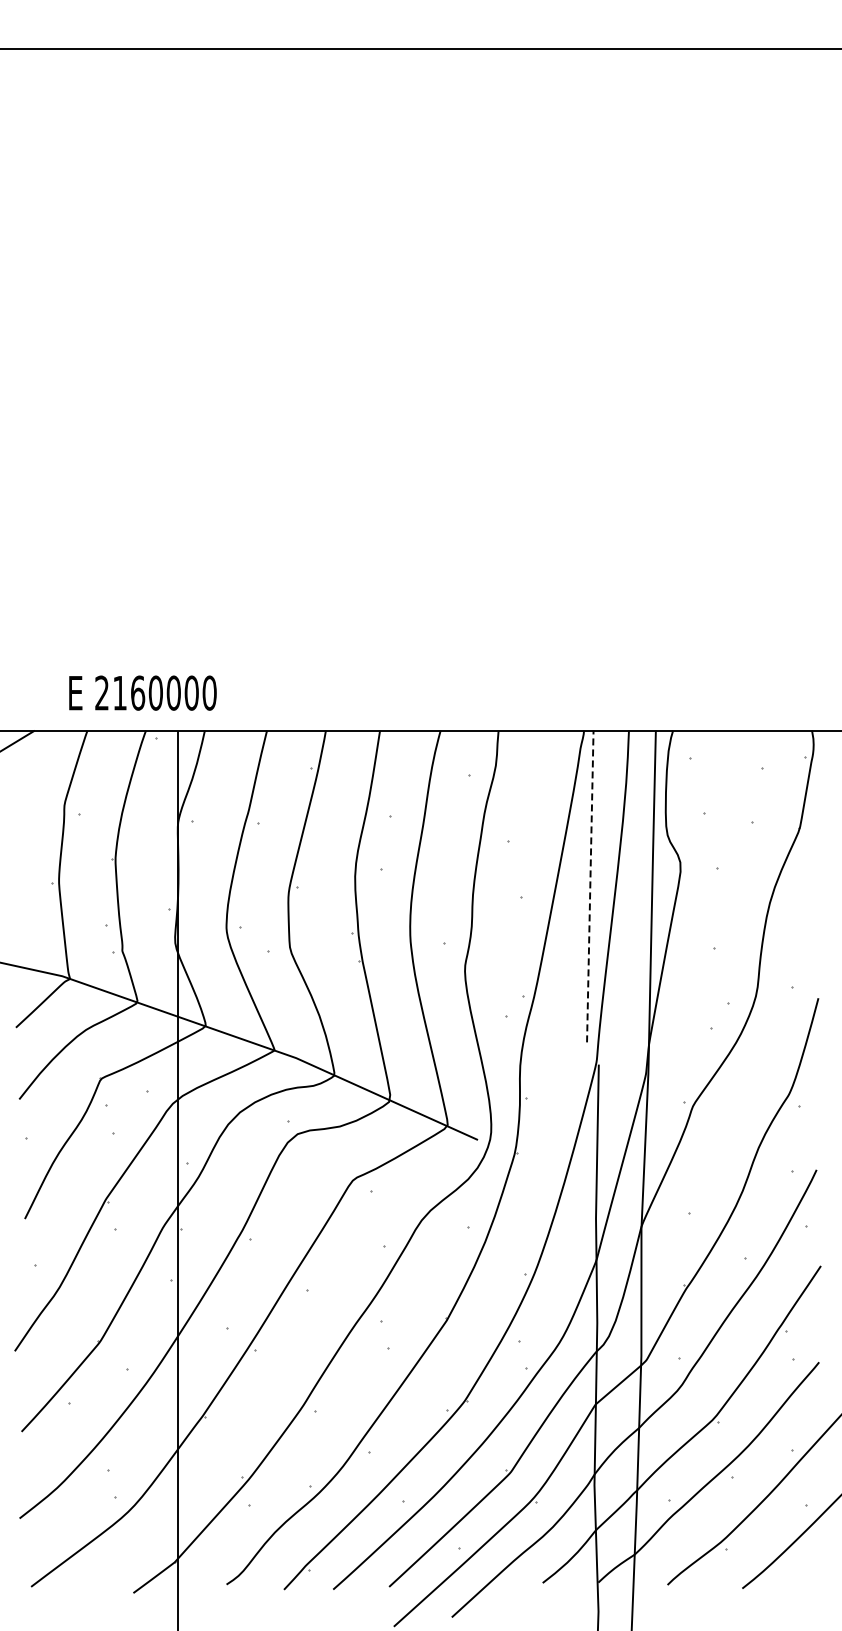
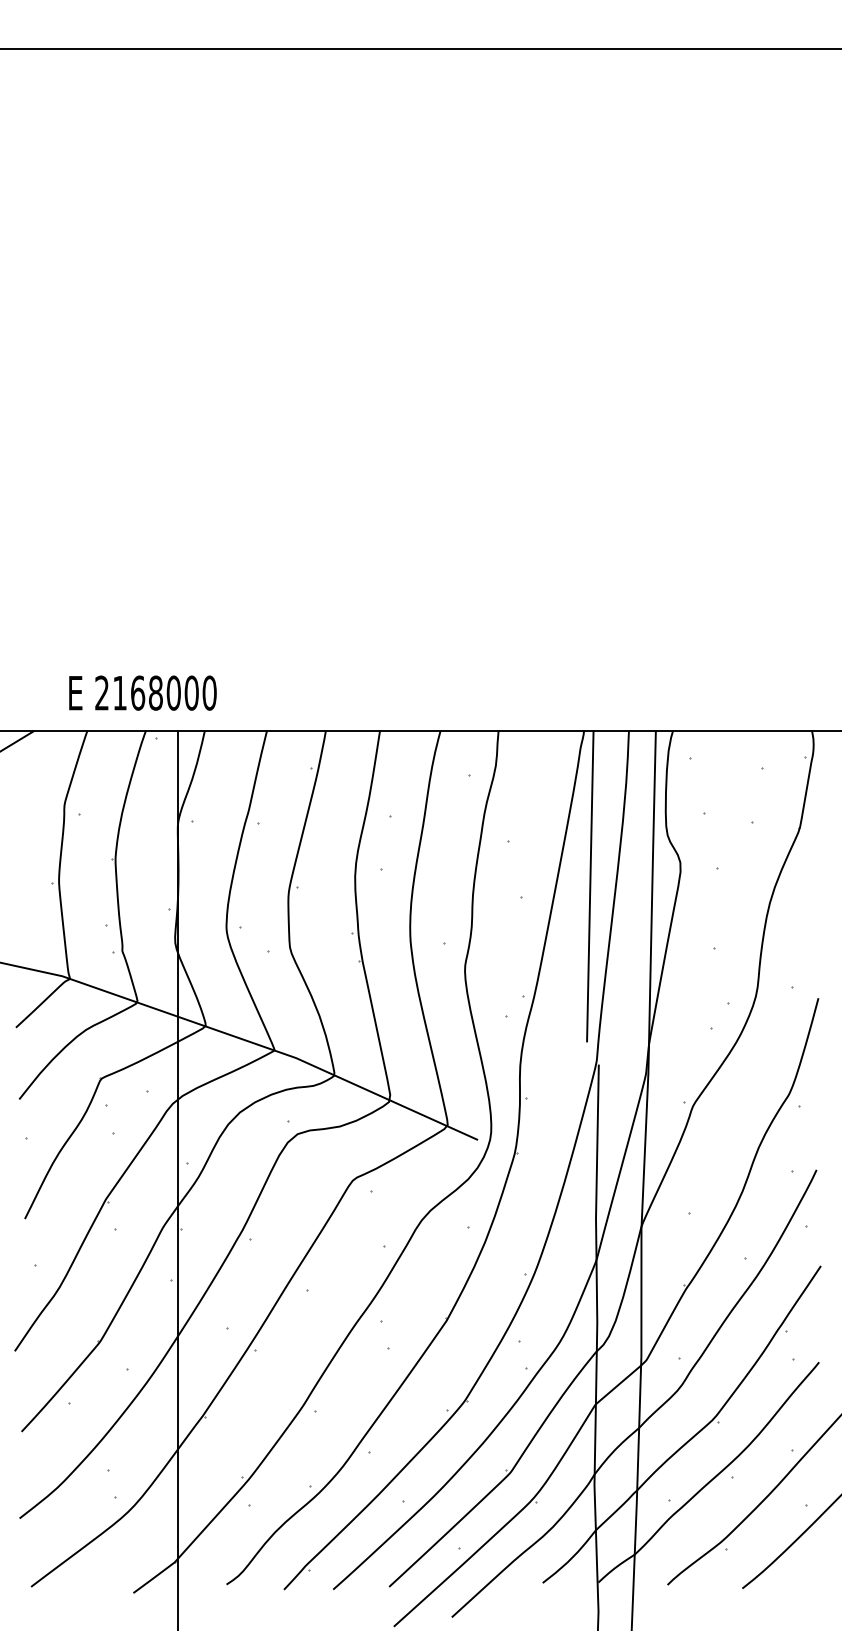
text at (155, 692): 2160000 -> 2168000
line at (590, 886): dashed -> solid
